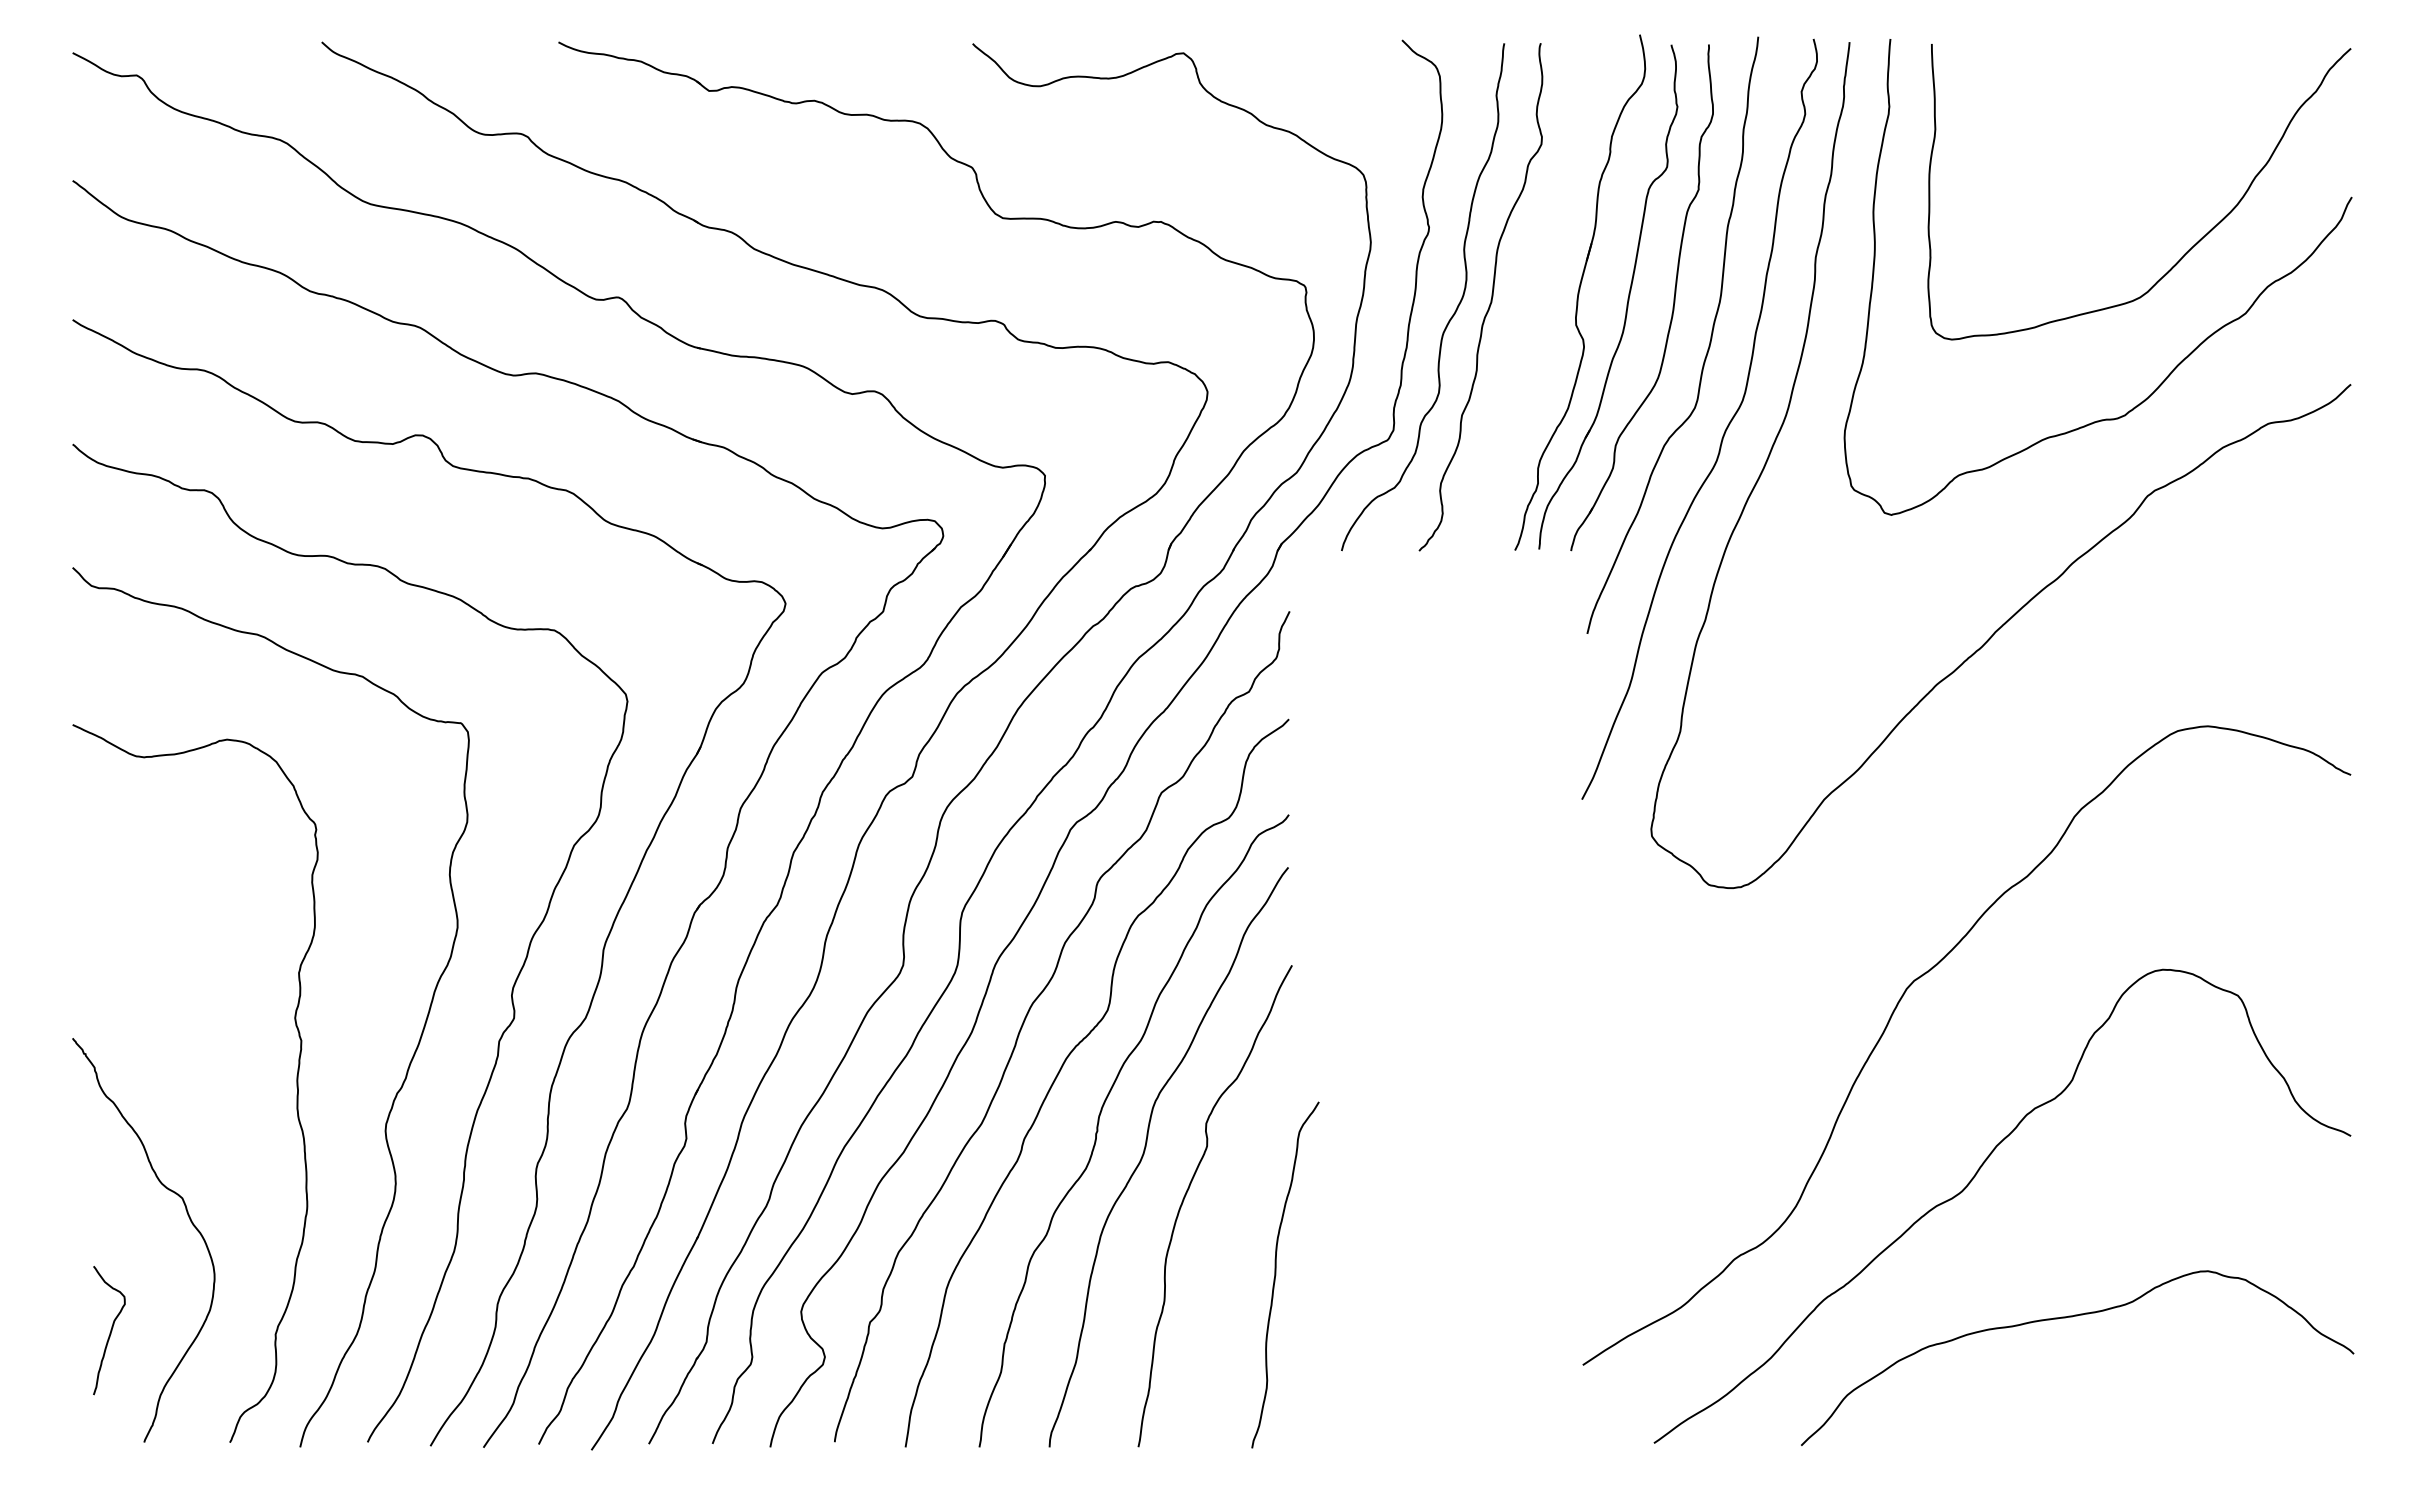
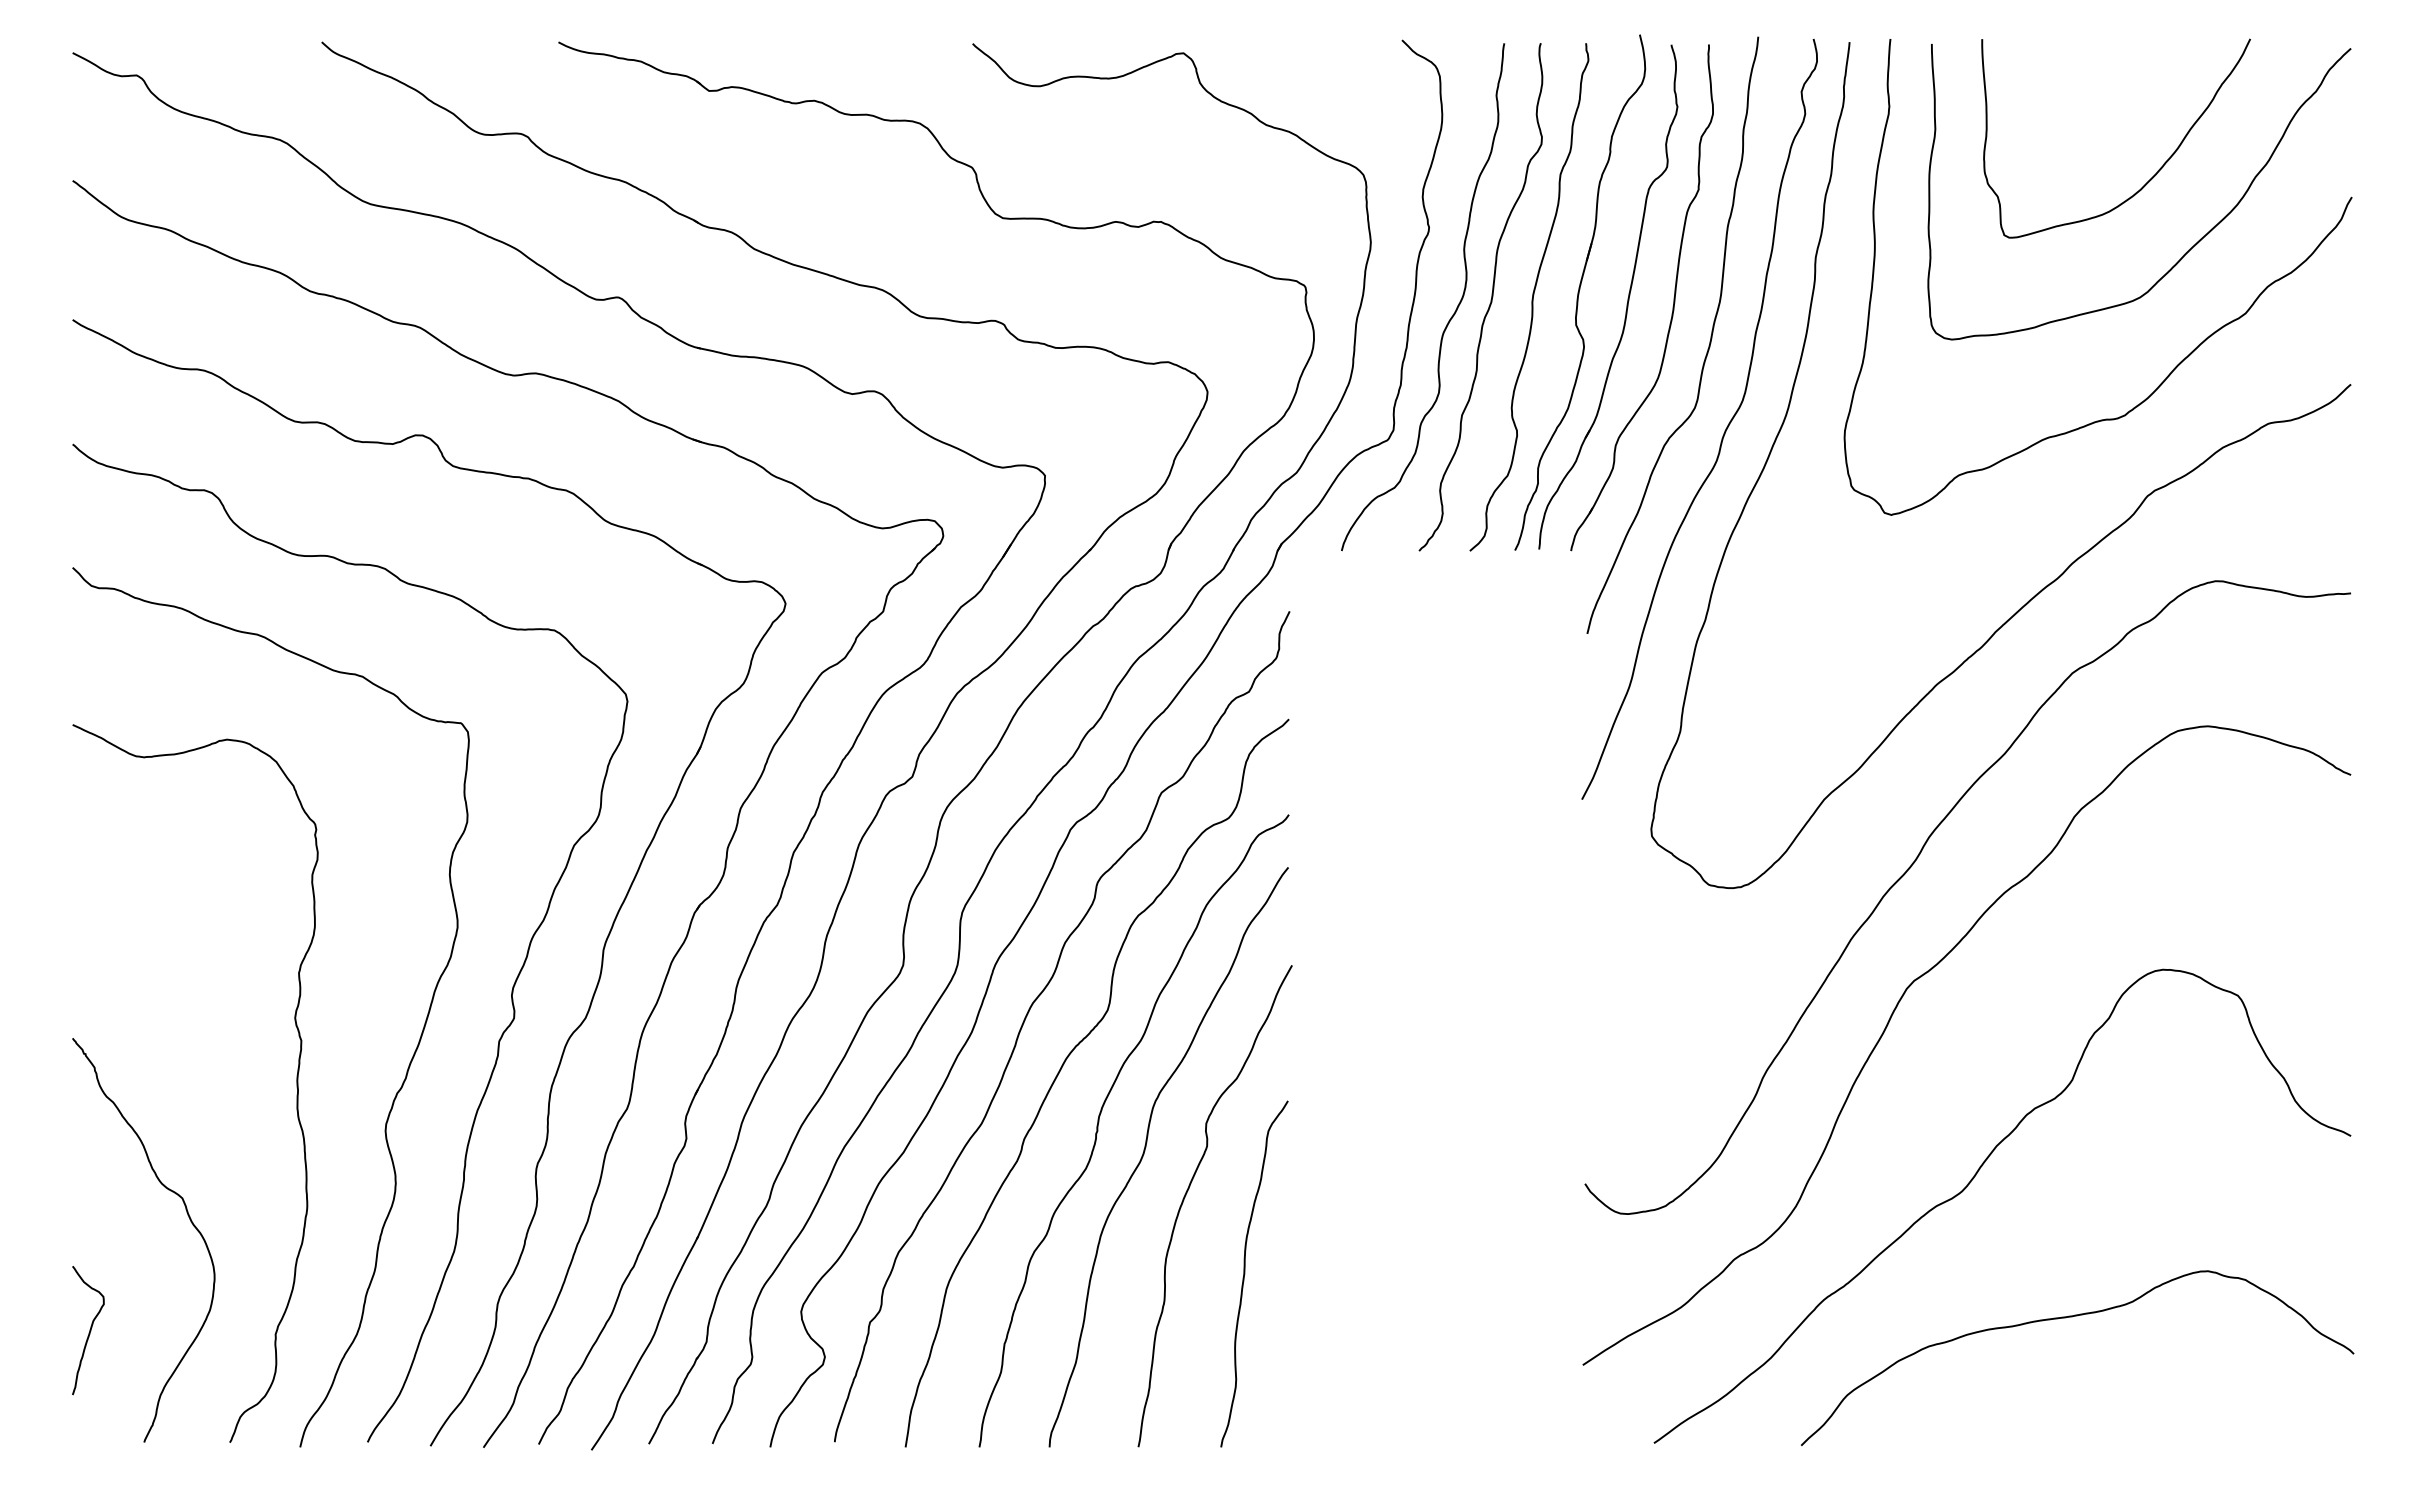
curve at (2158, 169): none -> present
curve at (1531, 298): none -> present
curve at (1915, 862): none -> present
curve at (1276, 1274) position: (1276, 1274) -> (1245, 1273)
curve at (110, 1330) position: (110, 1330) -> (89, 1330)
